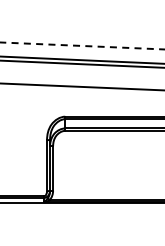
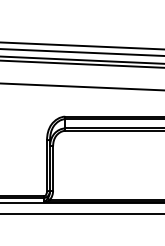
line at (82, 45): dashed -> solid
line at (81, 52): none -> present
line at (81, 213): none -> present
